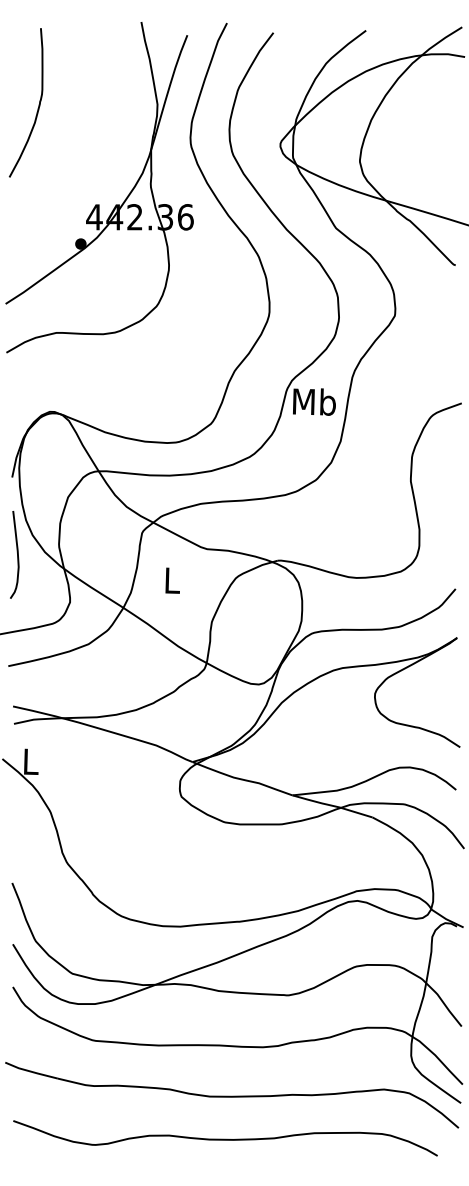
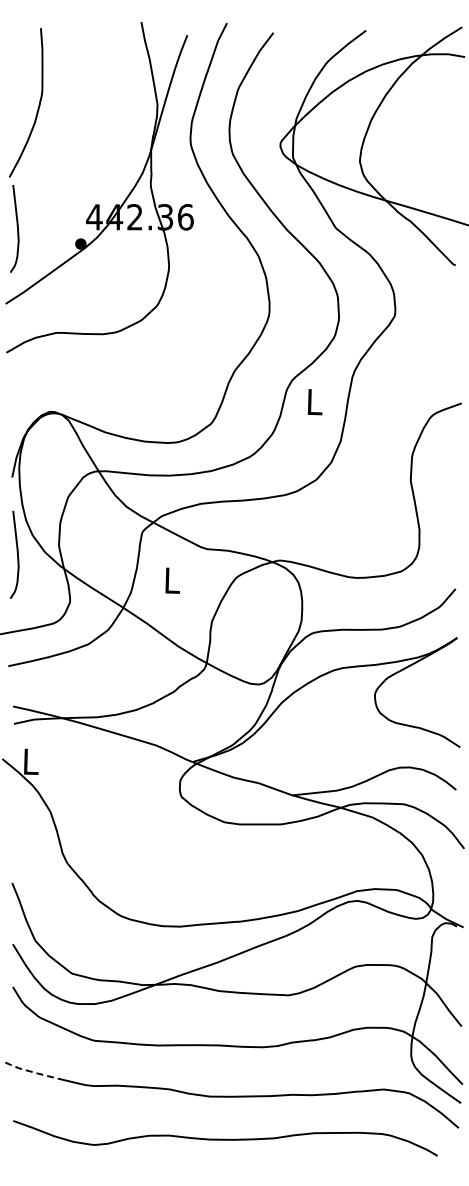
curve at (16, 226): none -> present
text at (314, 401): Mb -> L
line at (31, 1071): solid -> dashed
